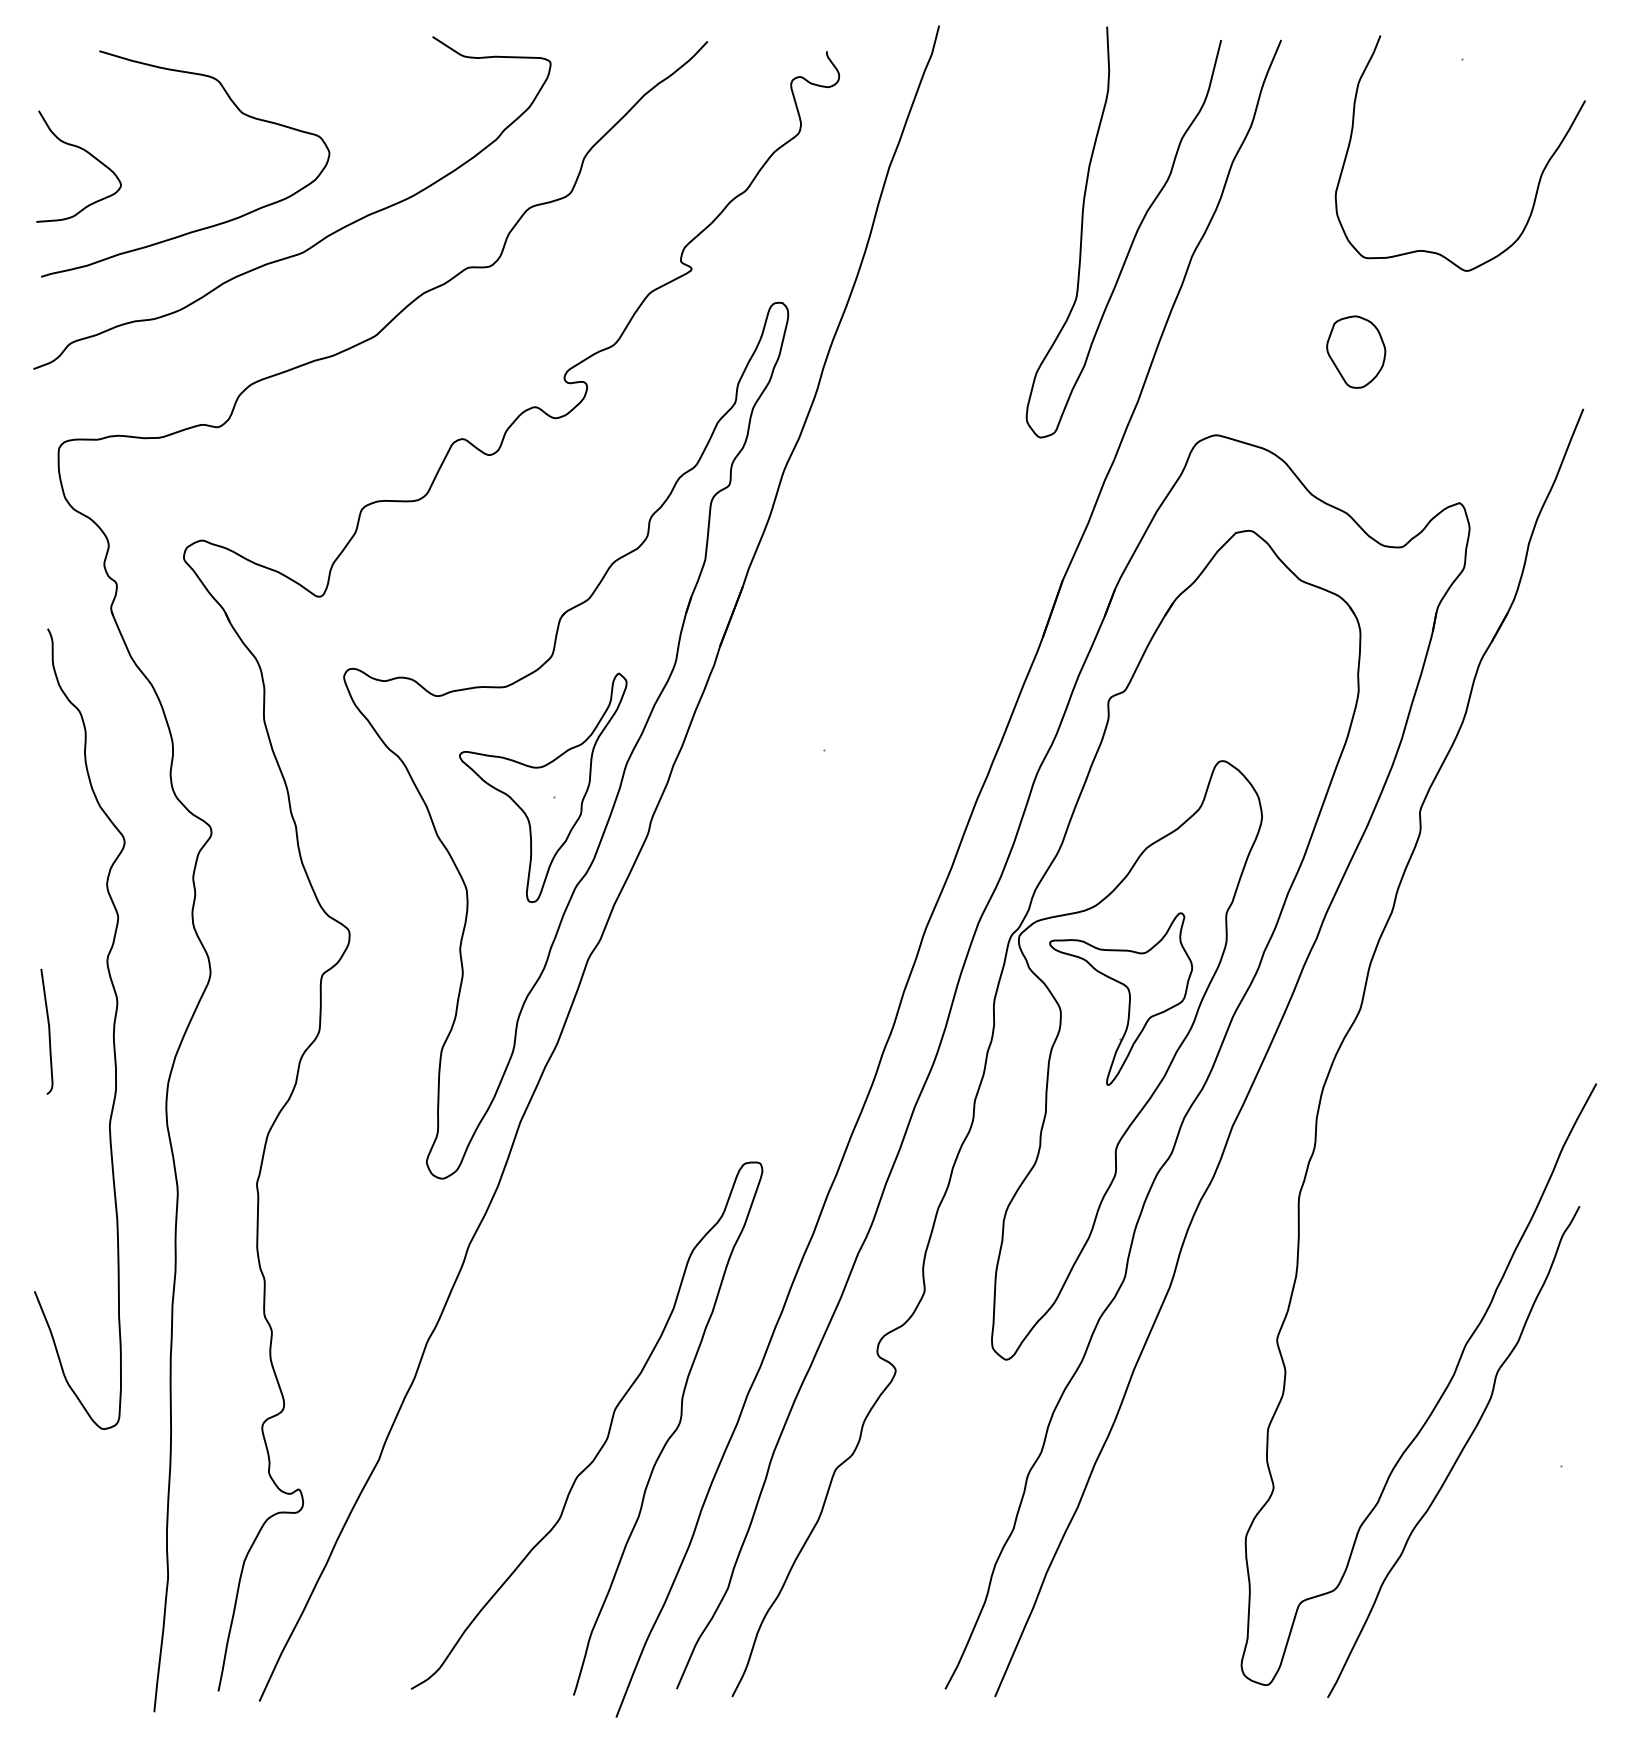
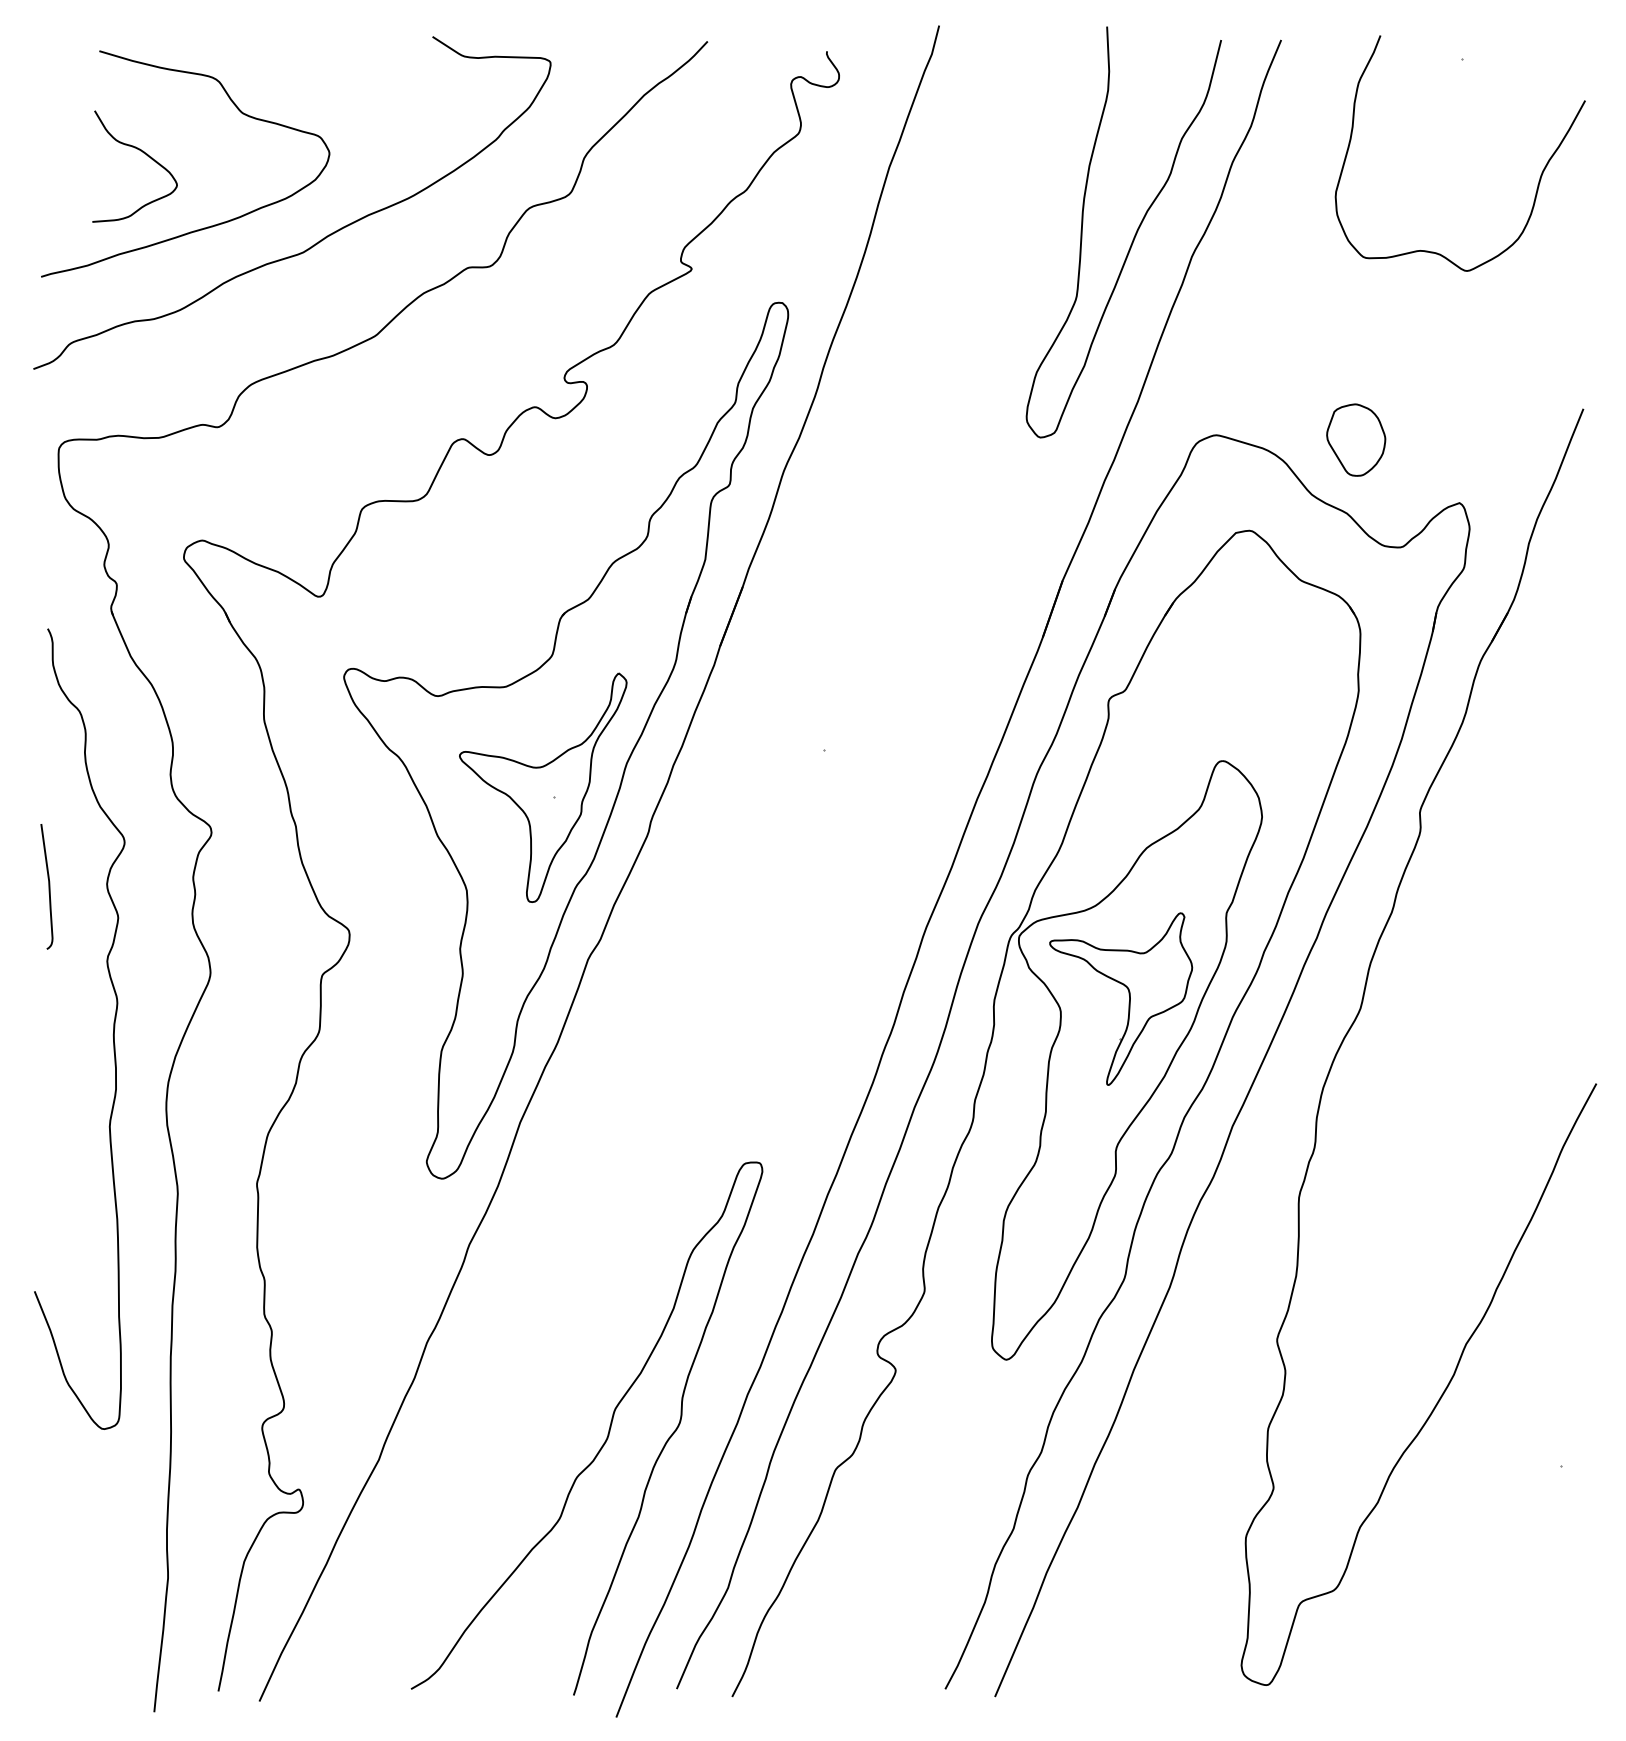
curve at (87, 153) position: (87, 153) -> (143, 153)
part at (1356, 351) position: (1356, 351) -> (1356, 439)
curve at (48, 1031) position: (48, 1031) -> (48, 886)
curve at (1458, 1454): present -> none
